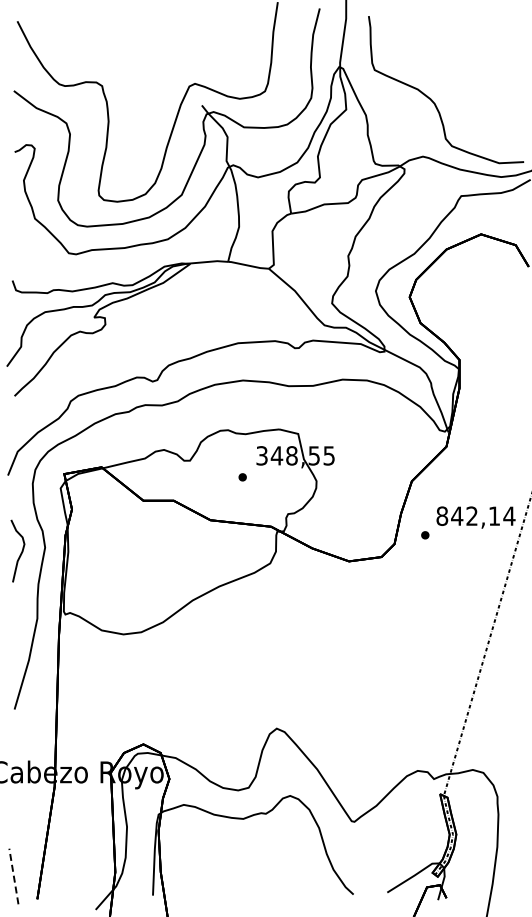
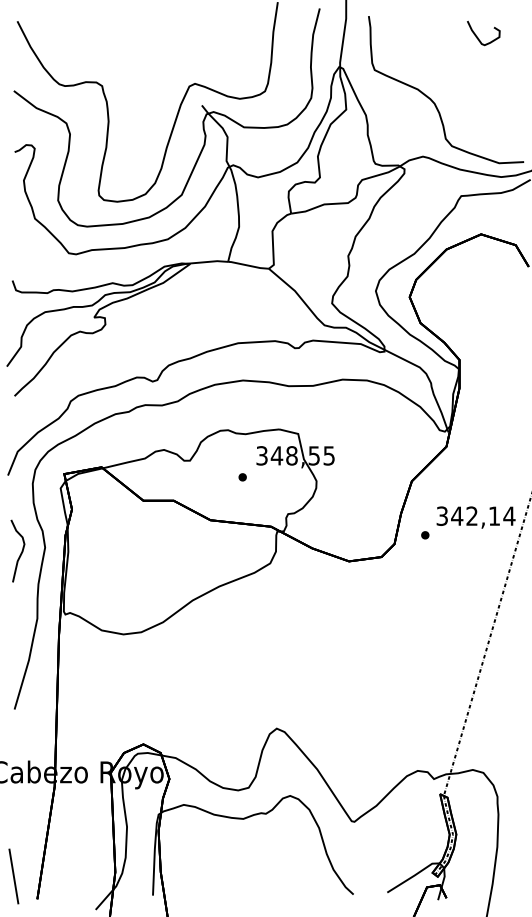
curve at (478, 37): none -> present
text at (442, 515): 842,14 -> 342,14
line at (13, 876): dashed -> solid
